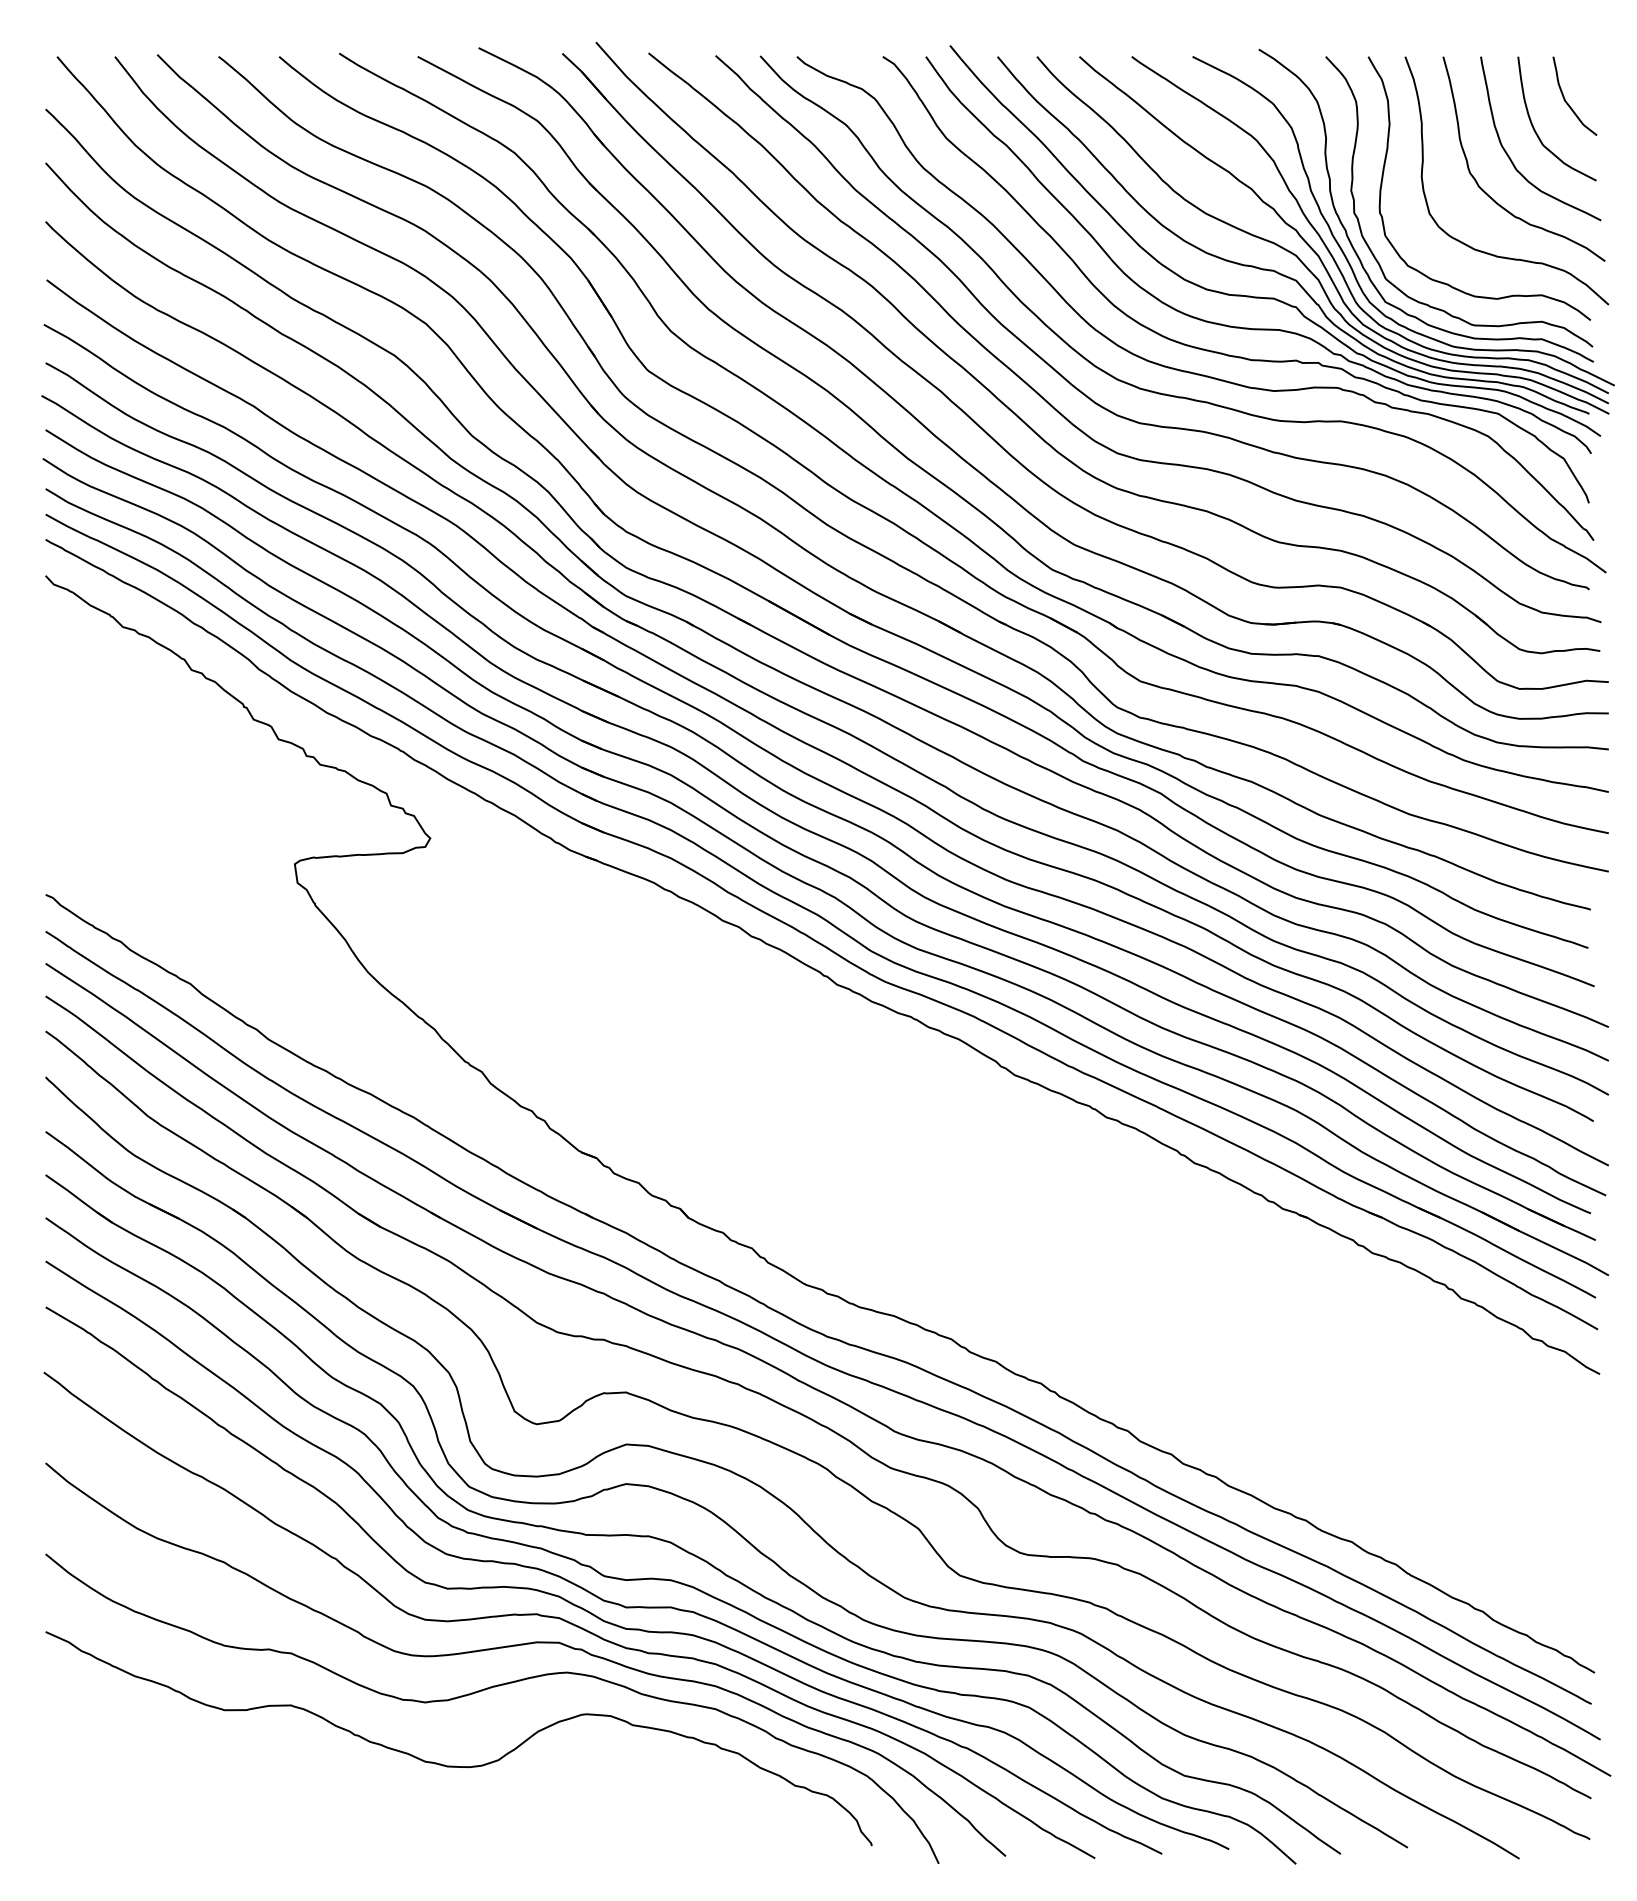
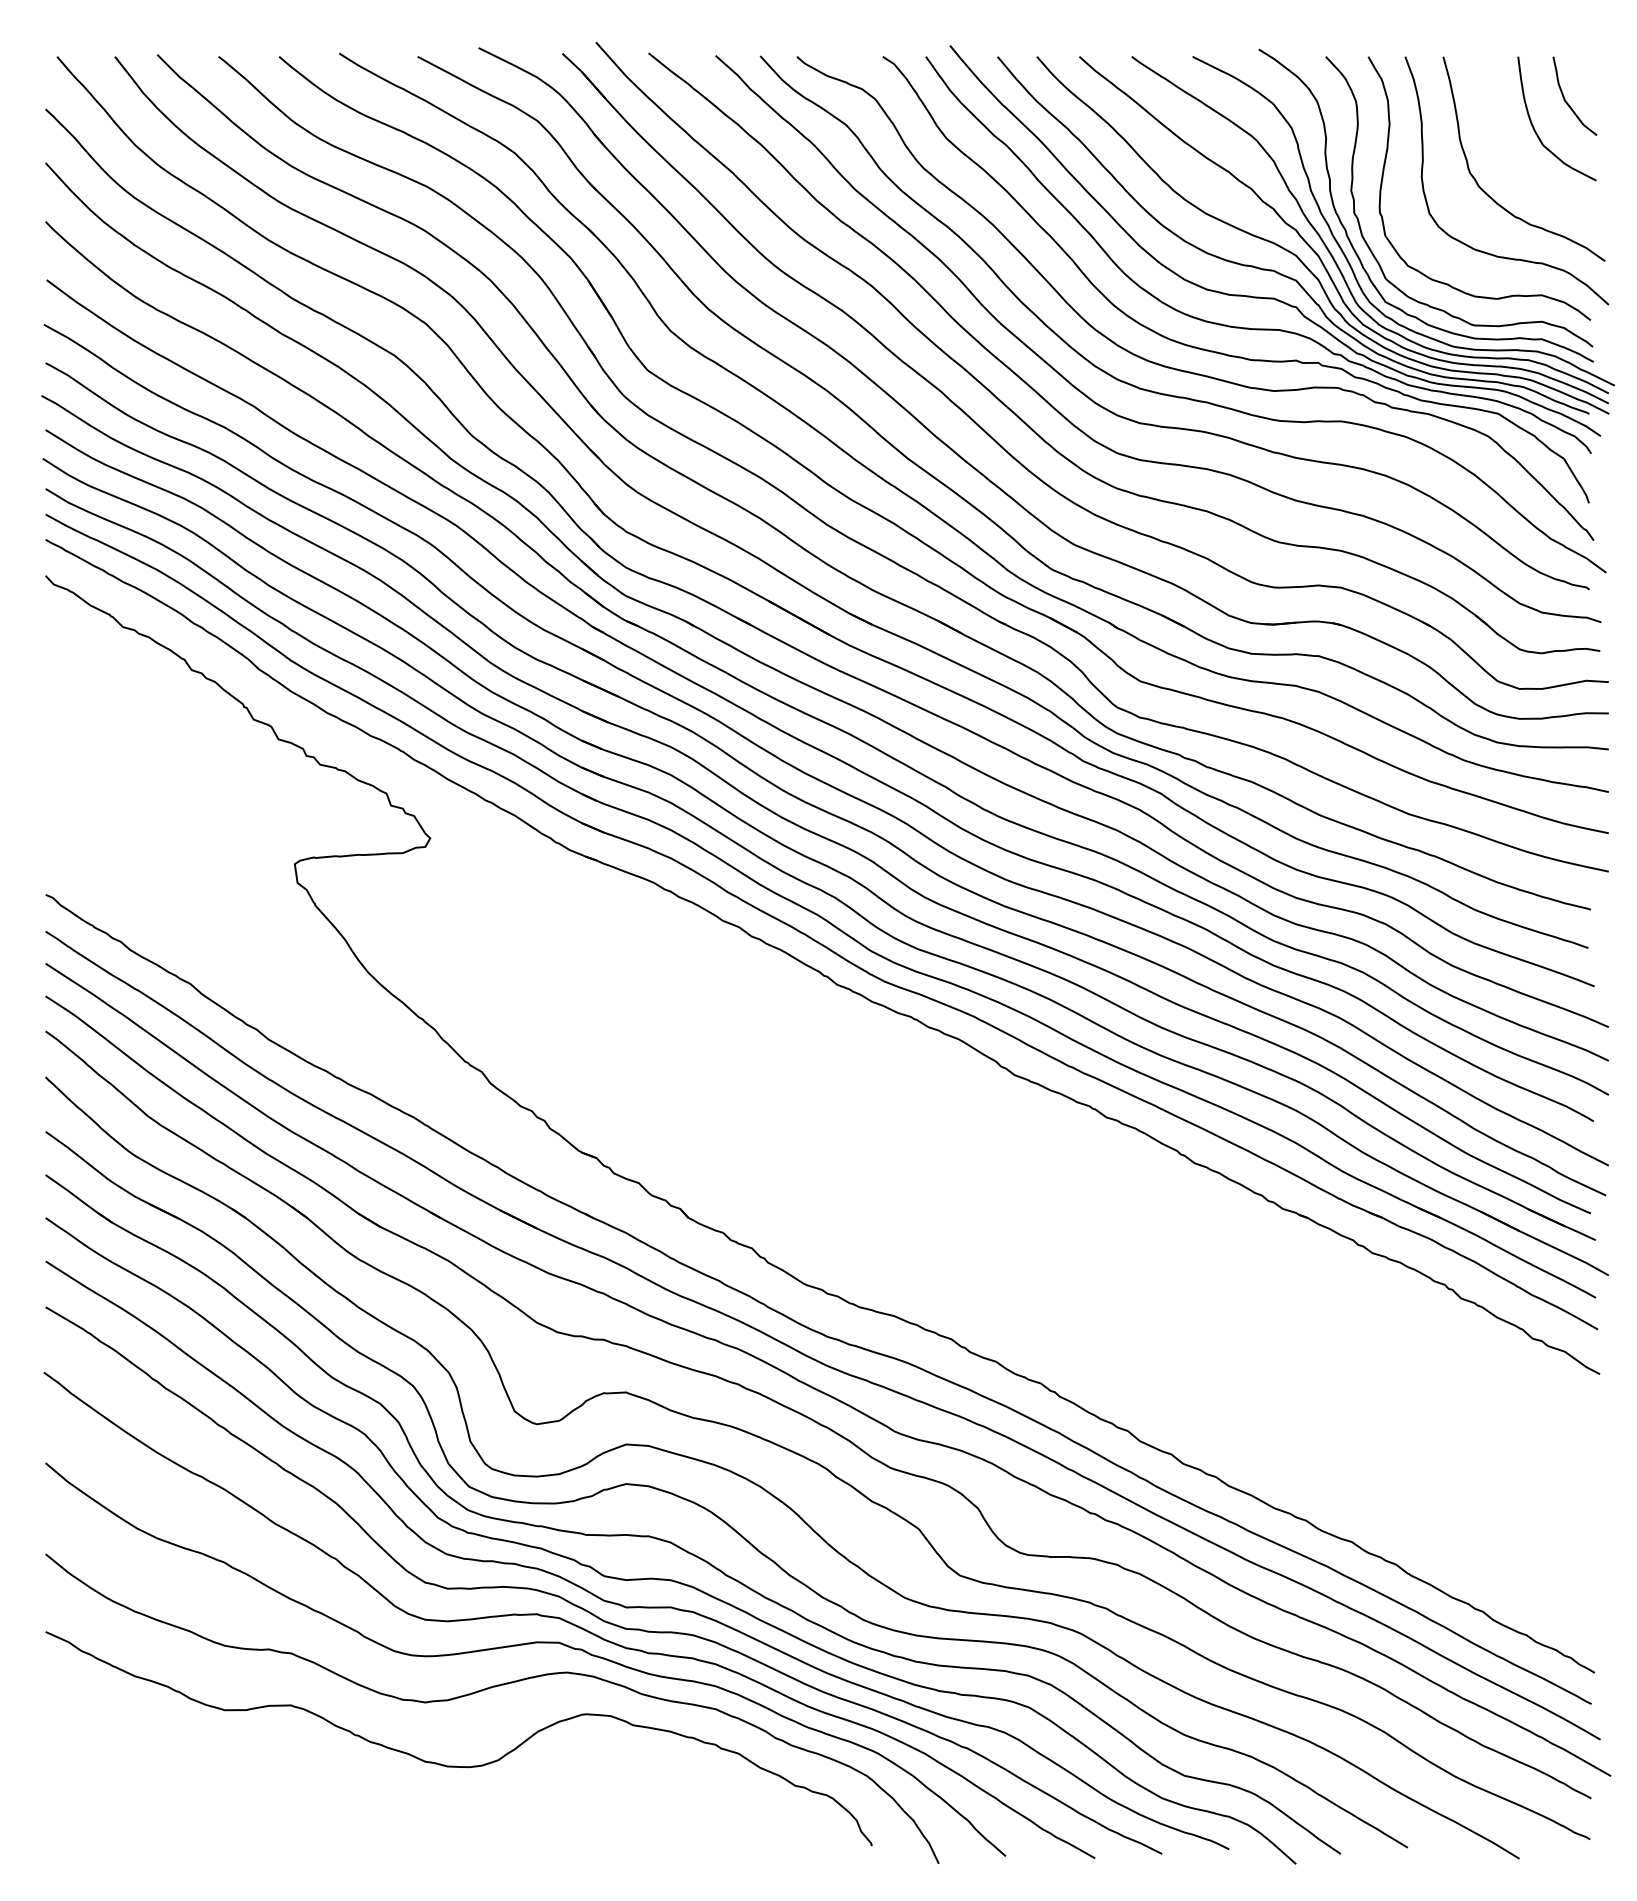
curve at (1510, 157): present -> none
